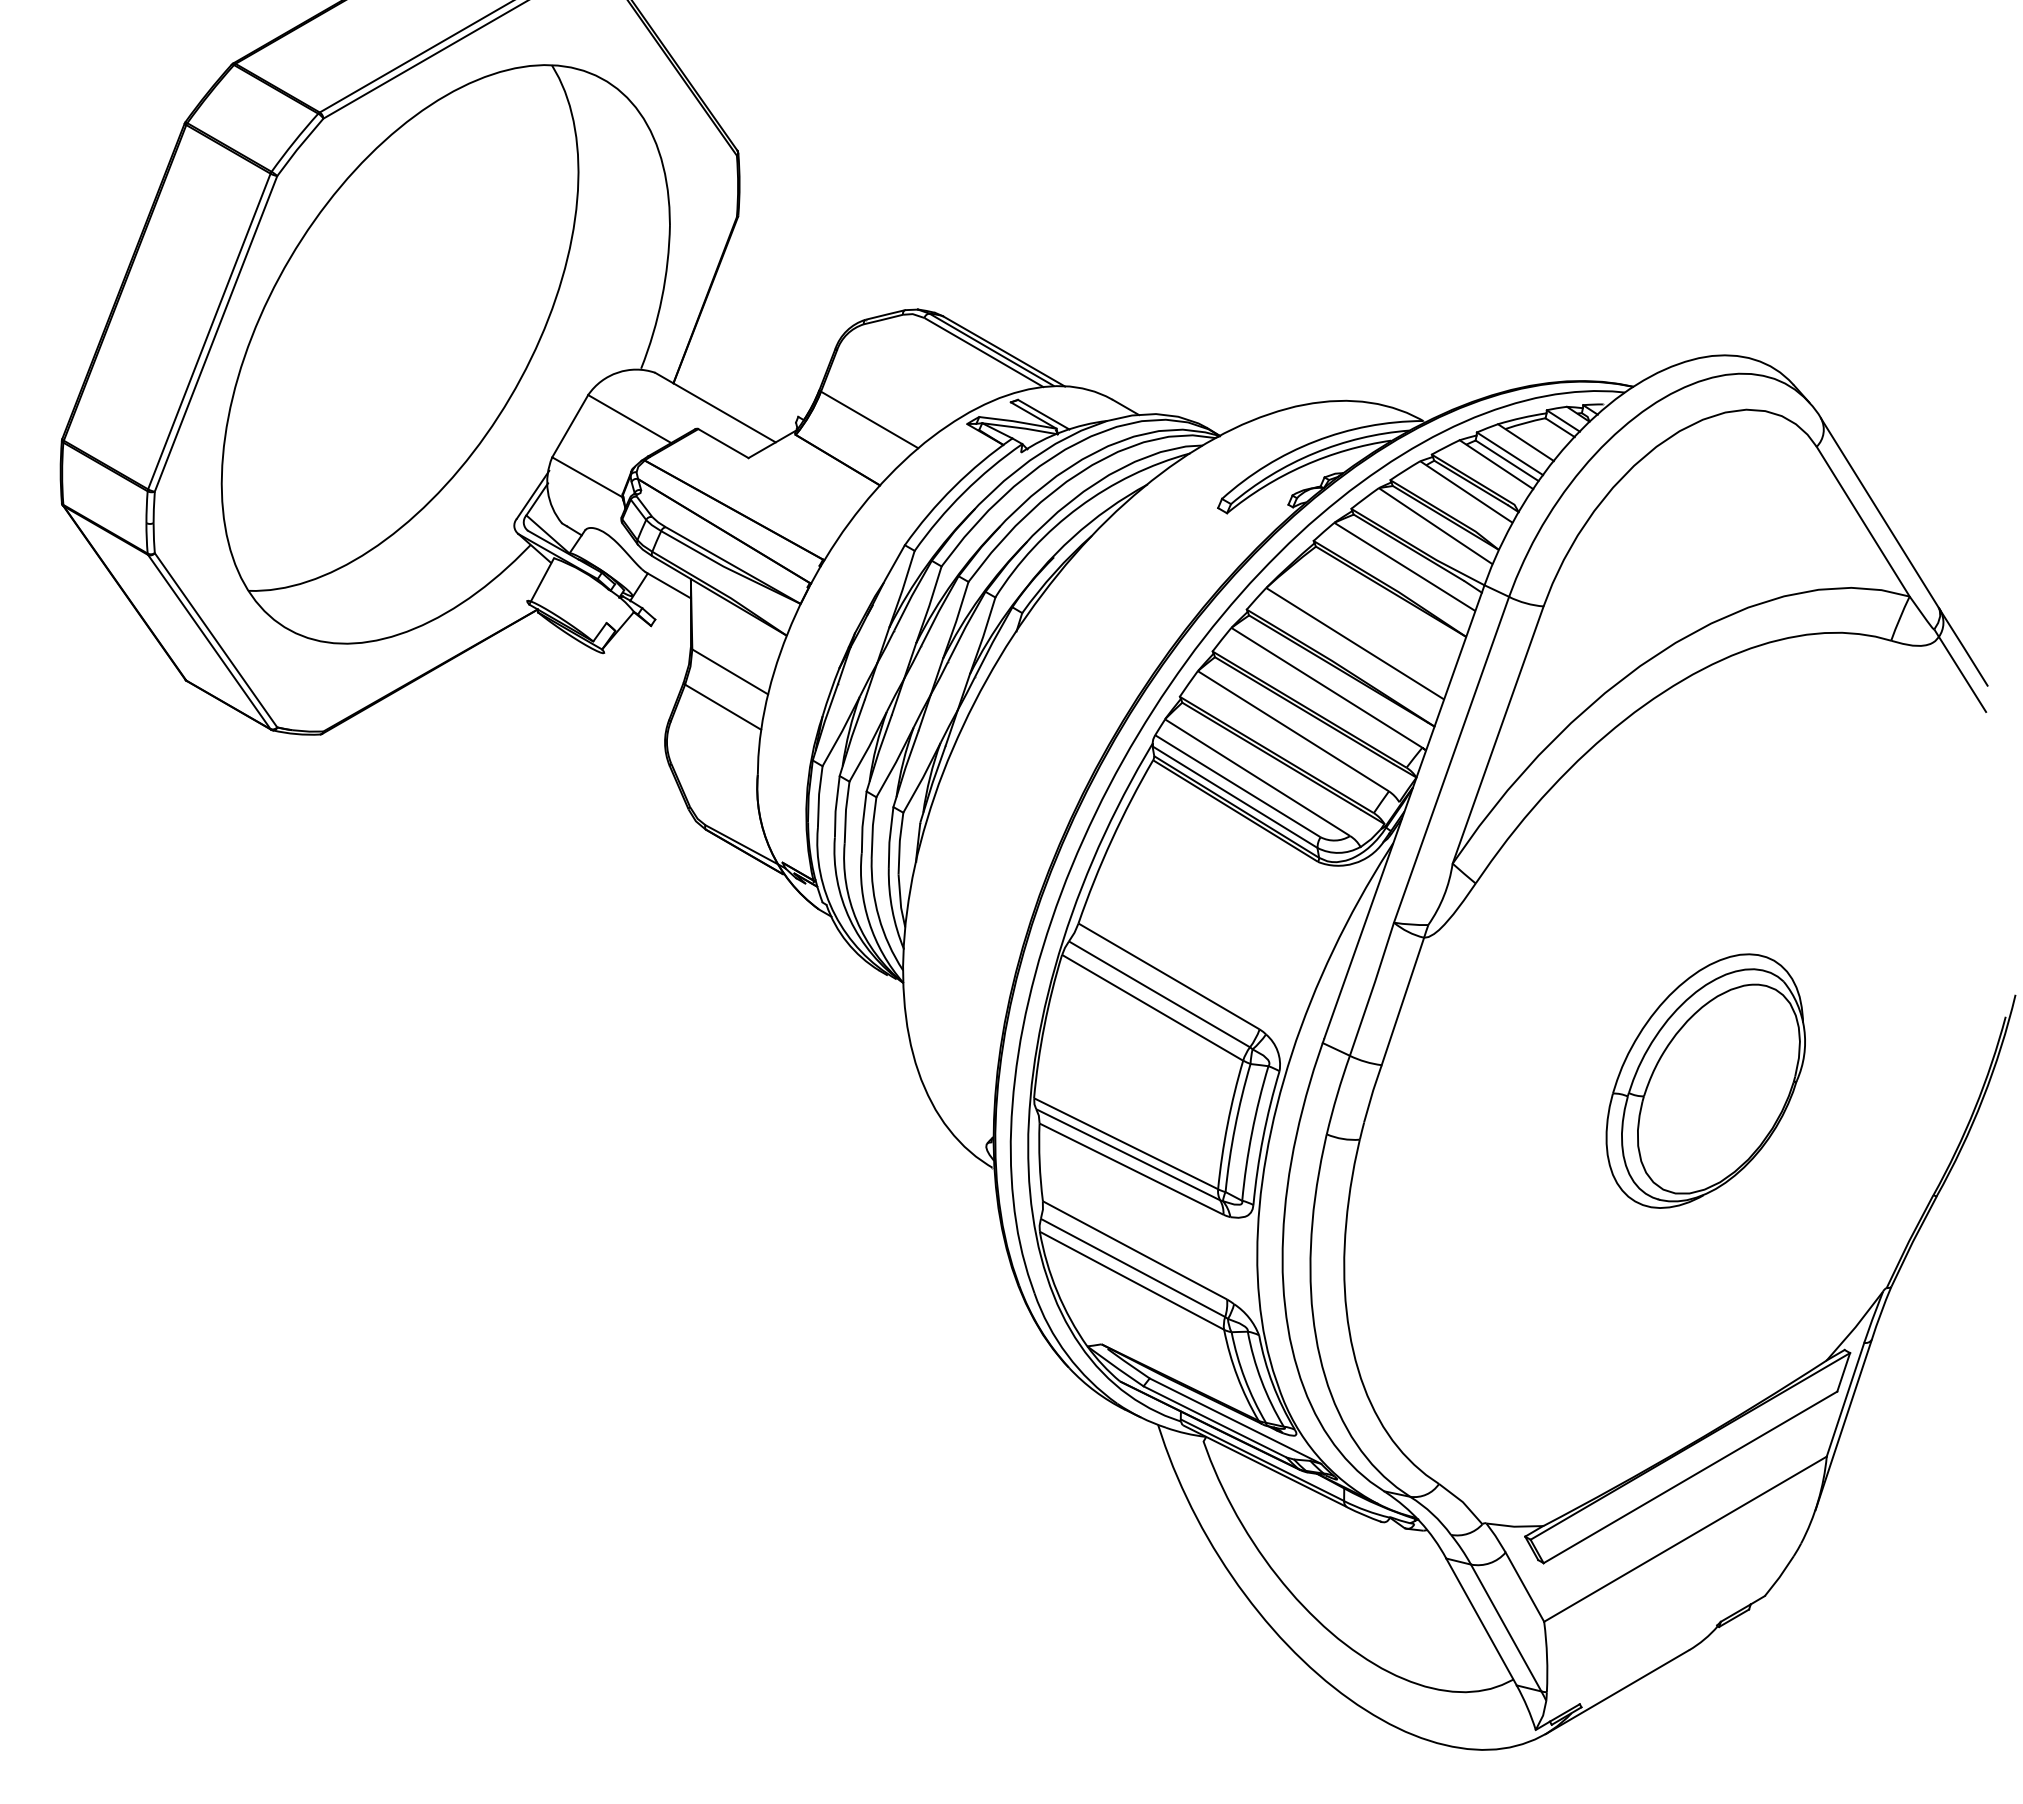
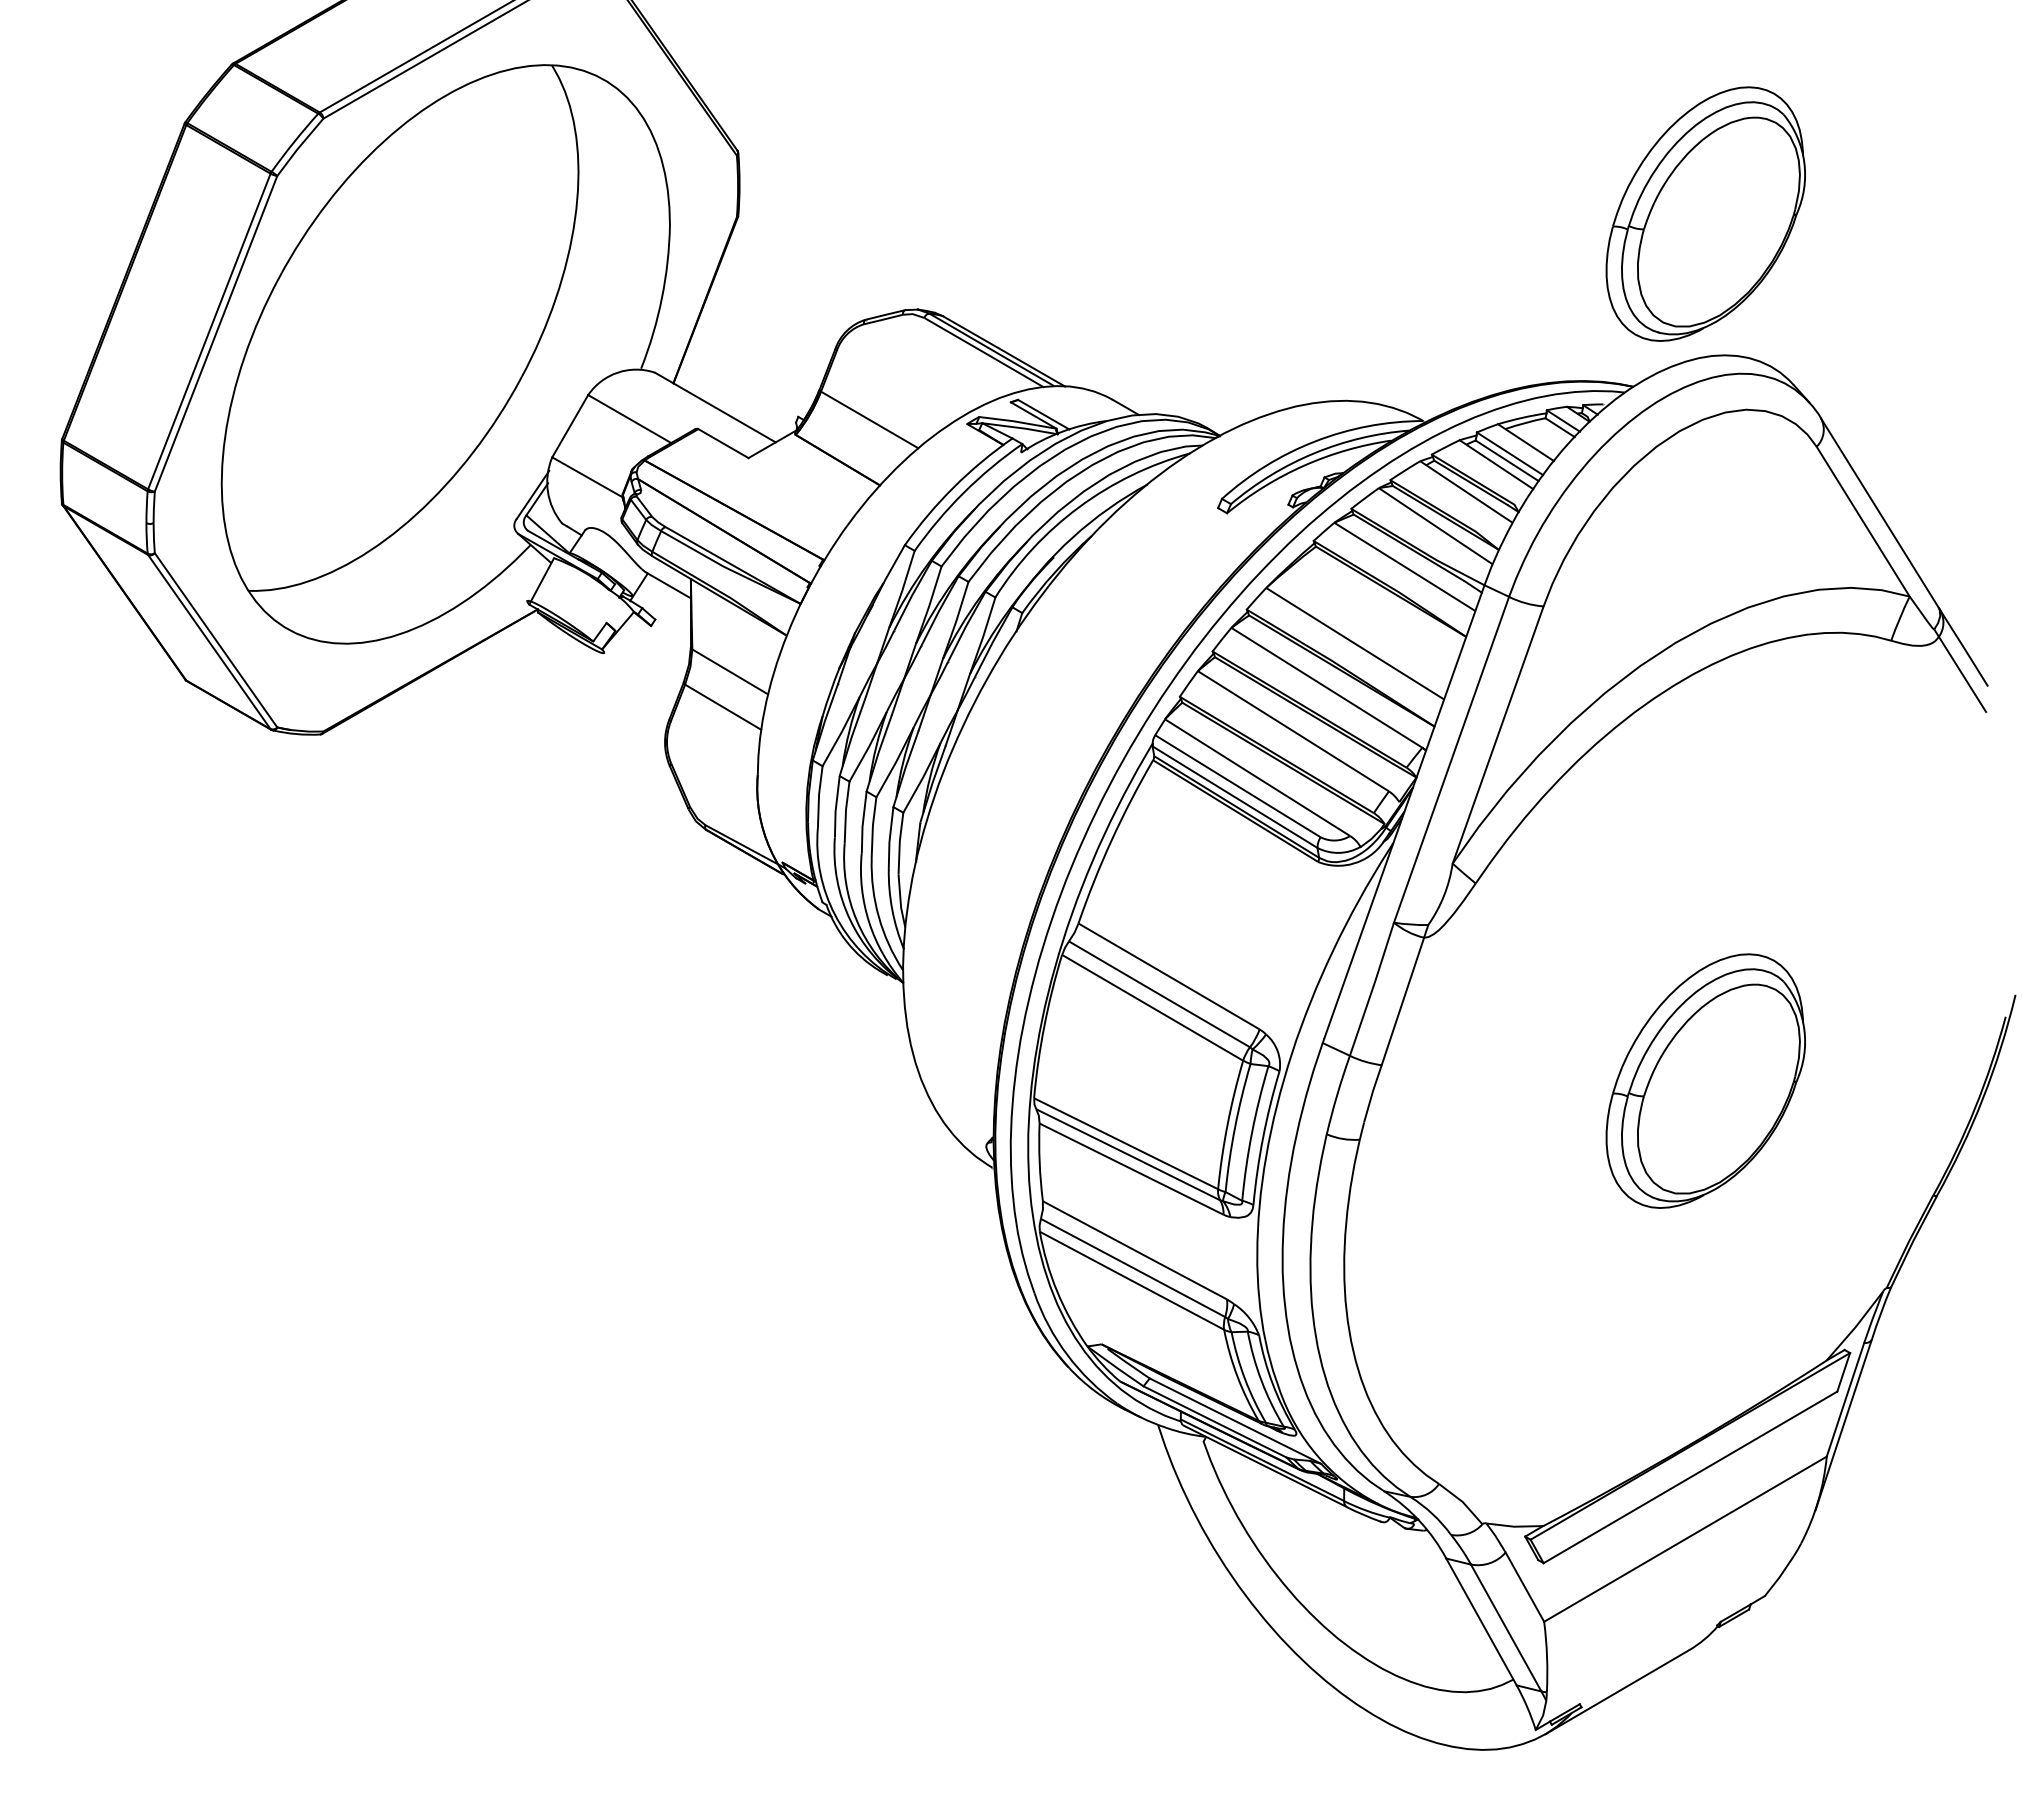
part at (1705, 213): none -> present
